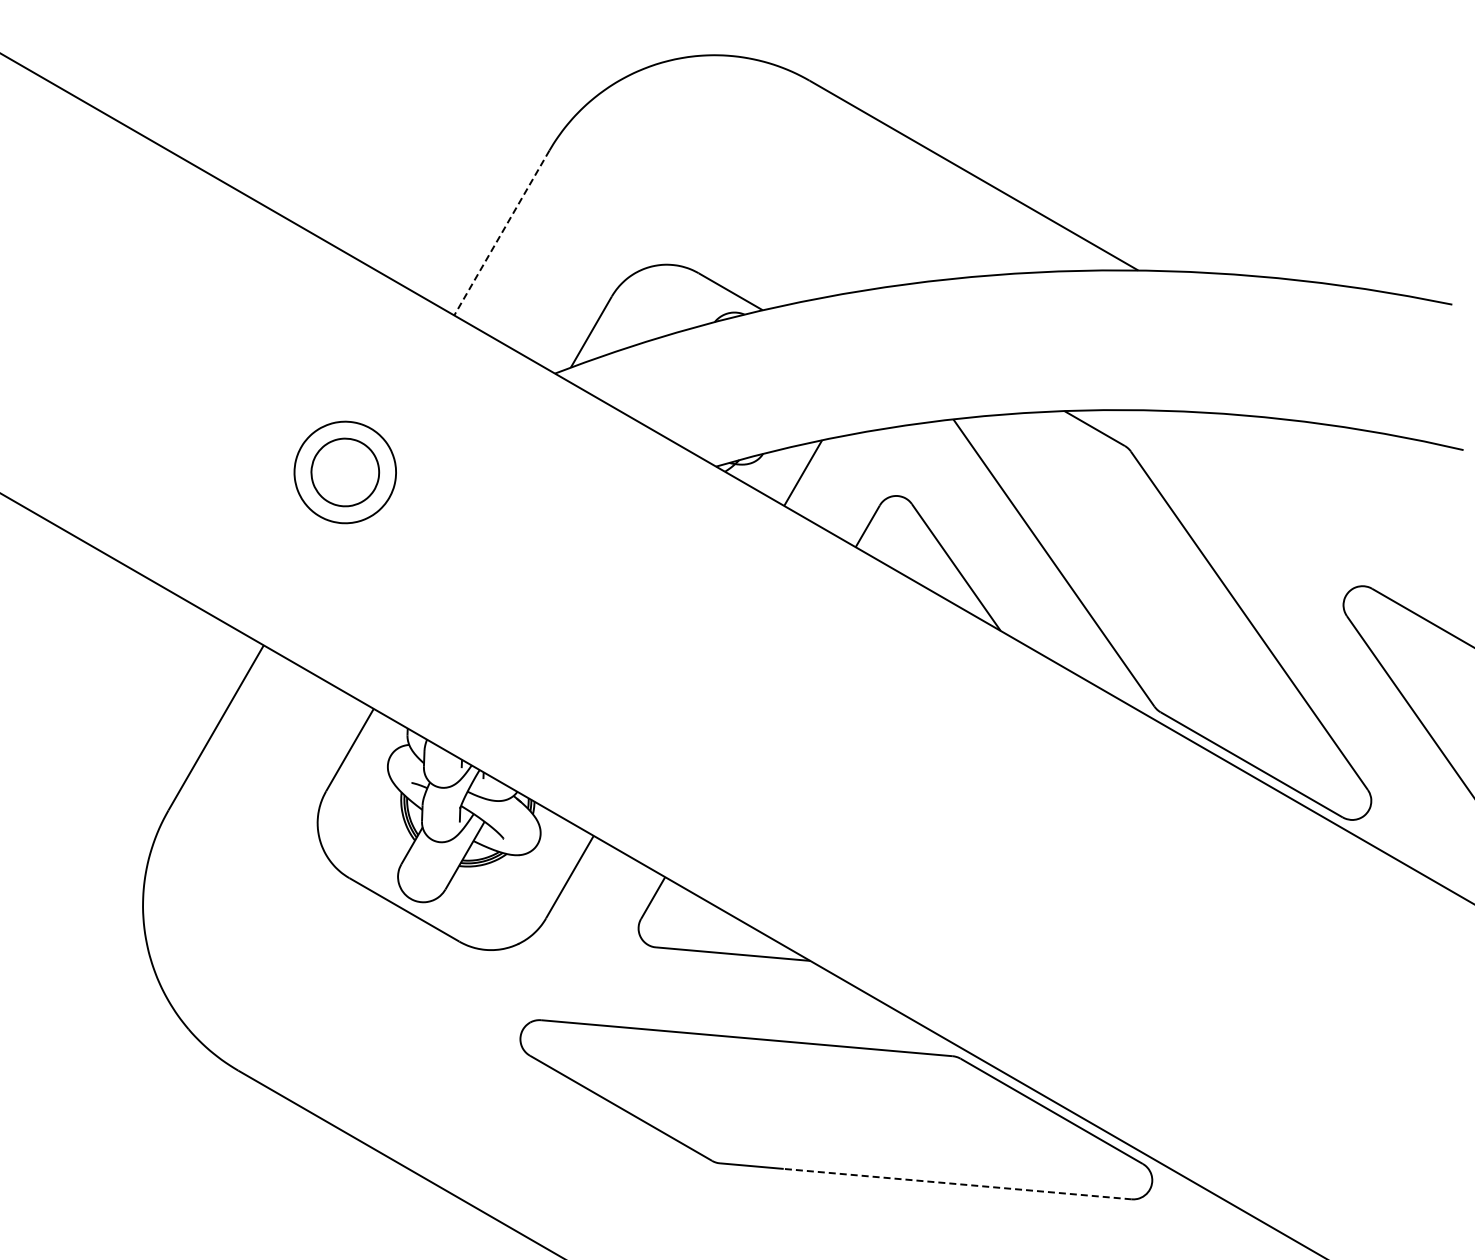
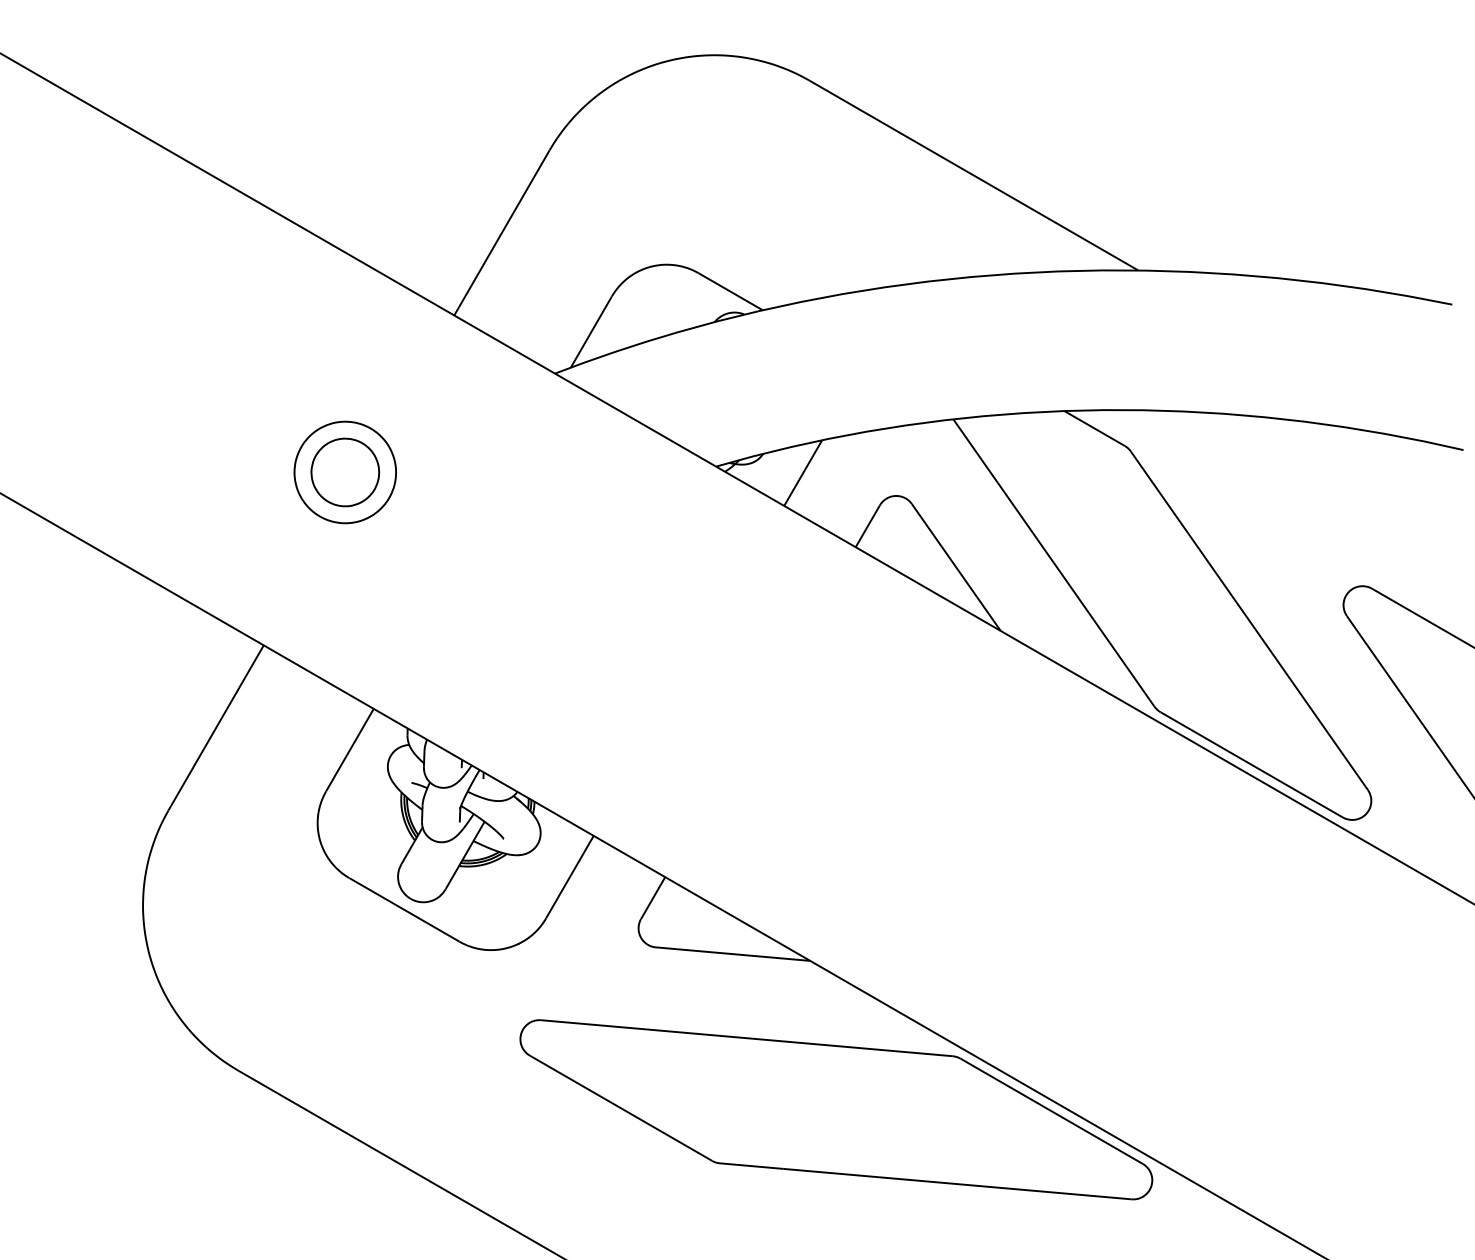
line at (501, 233): dashed -> solid
line at (957, 1184): dashed -> solid
